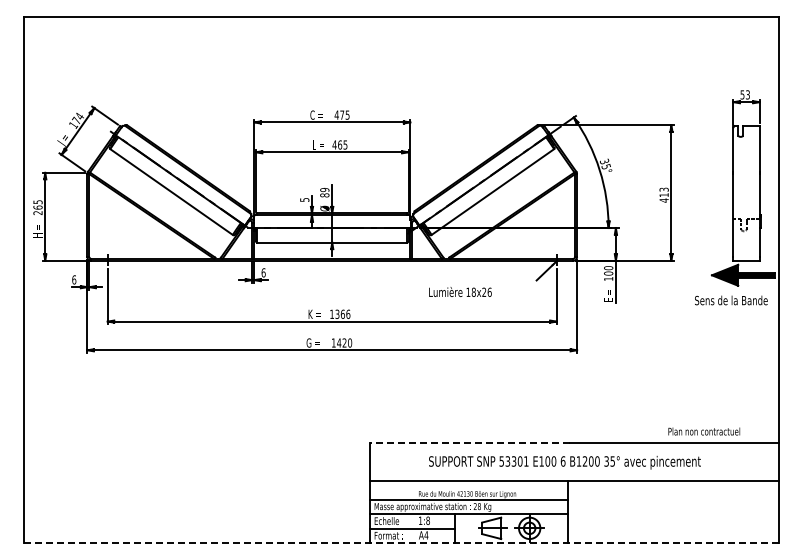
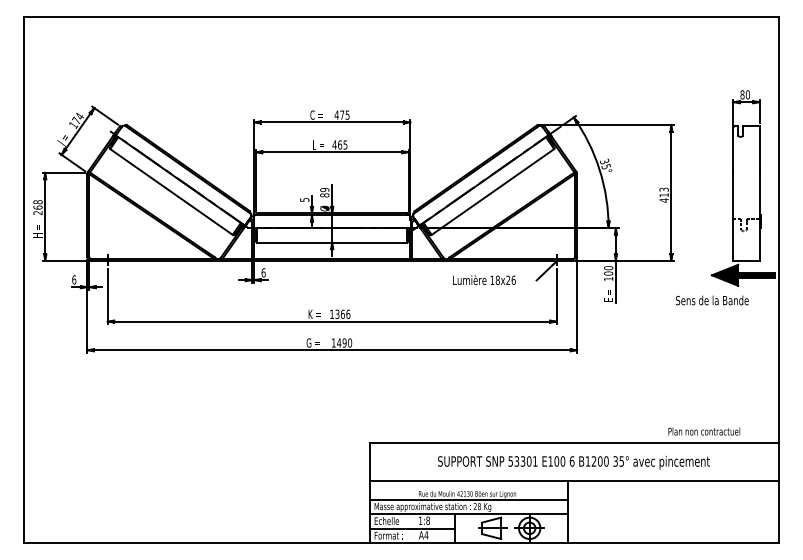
text at (744, 94): 53 -> 80
text at (37, 202): 265 -> 268
text at (460, 291) position: (460, 291) -> (484, 279)
text at (731, 300) position: (731, 300) -> (712, 300)
text at (344, 342): 1420 -> 1490
line at (469, 443): dashed -> solid
text at (564, 462) position: (564, 462) -> (573, 462)
line at (402, 543): dashed -> solid
